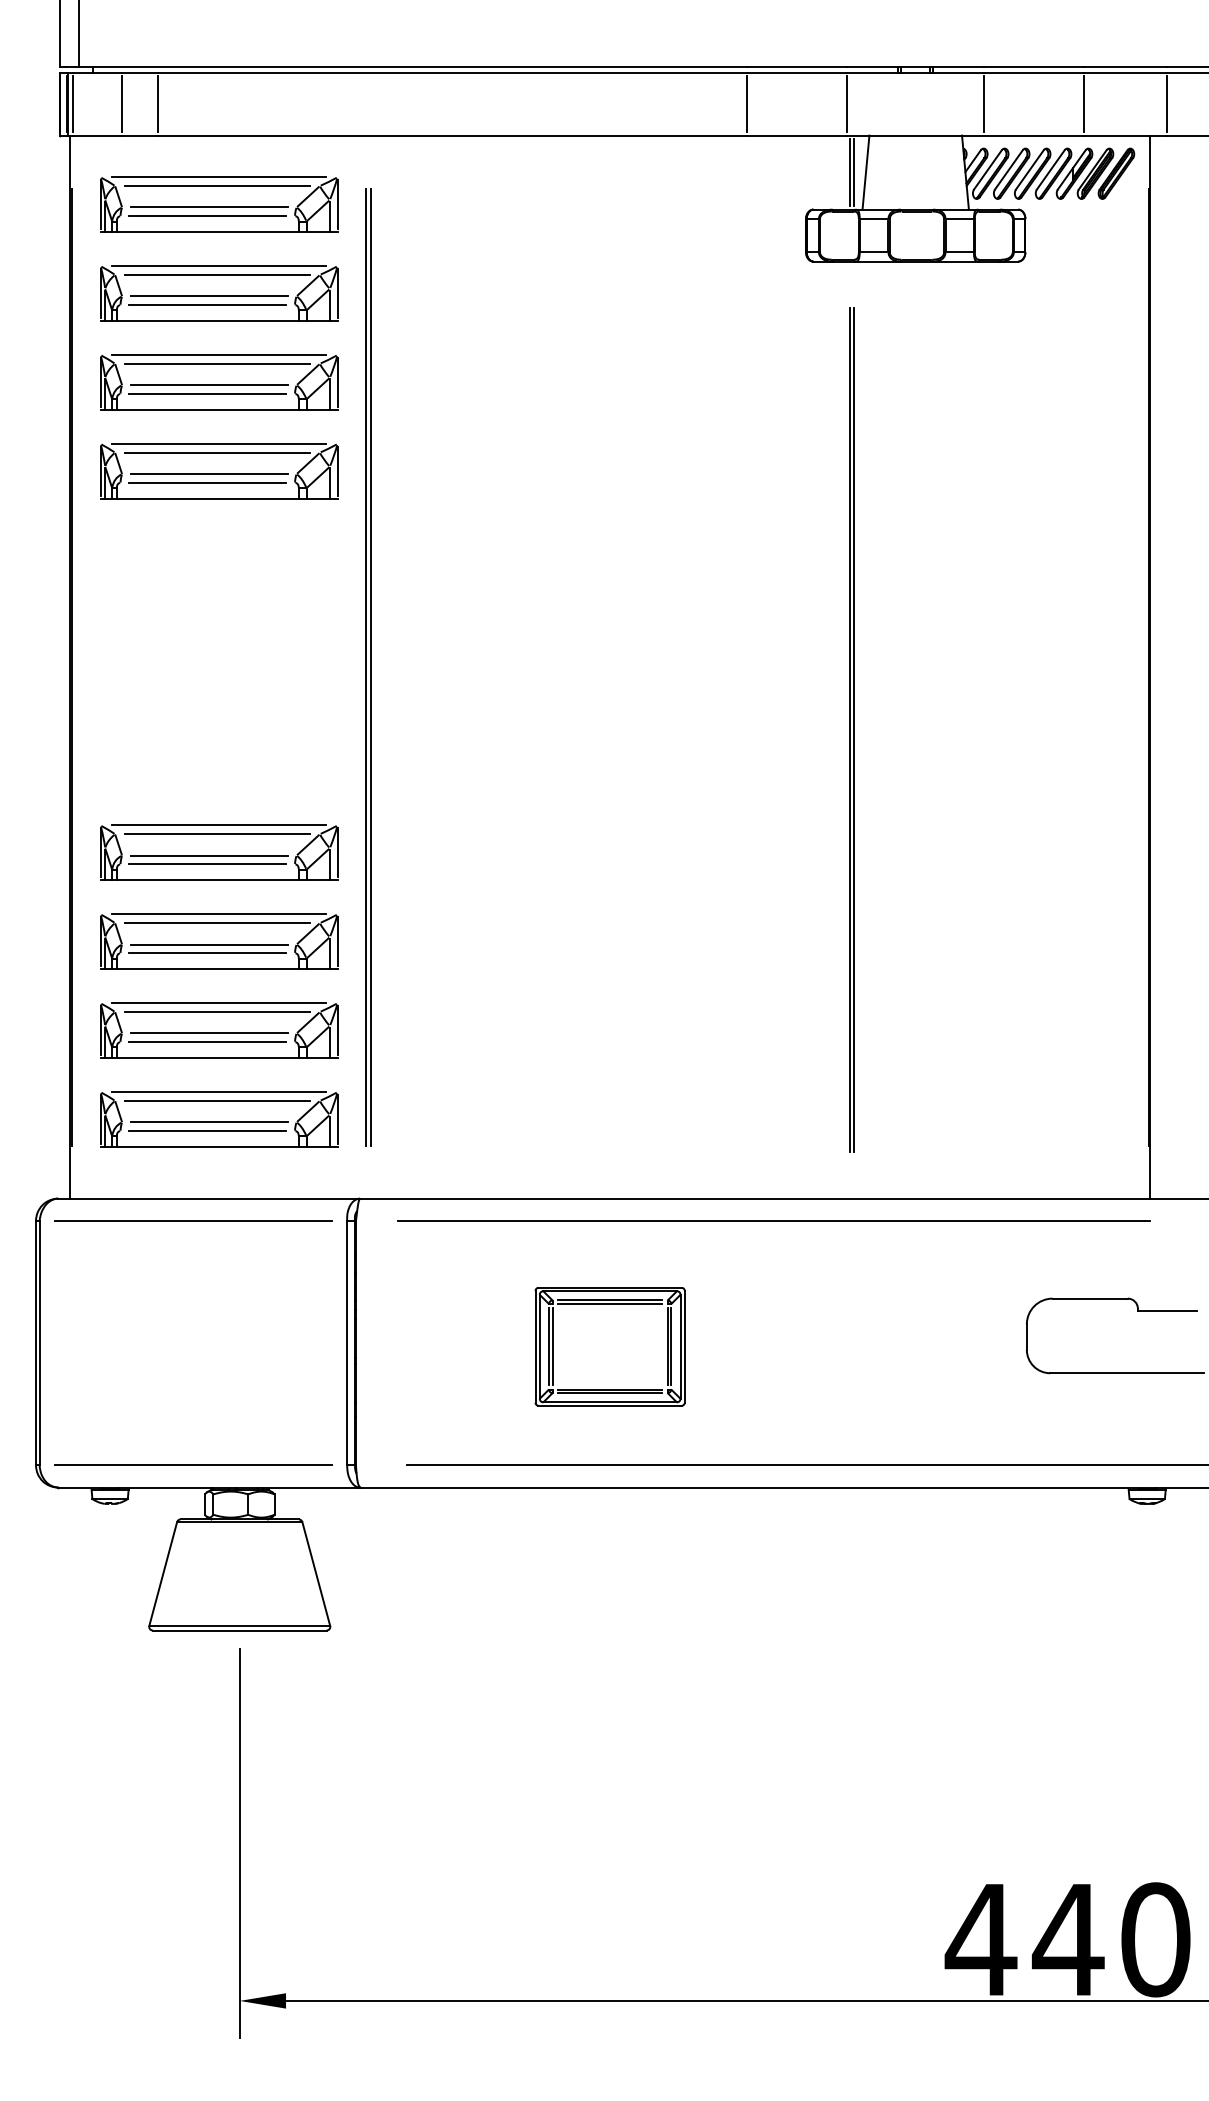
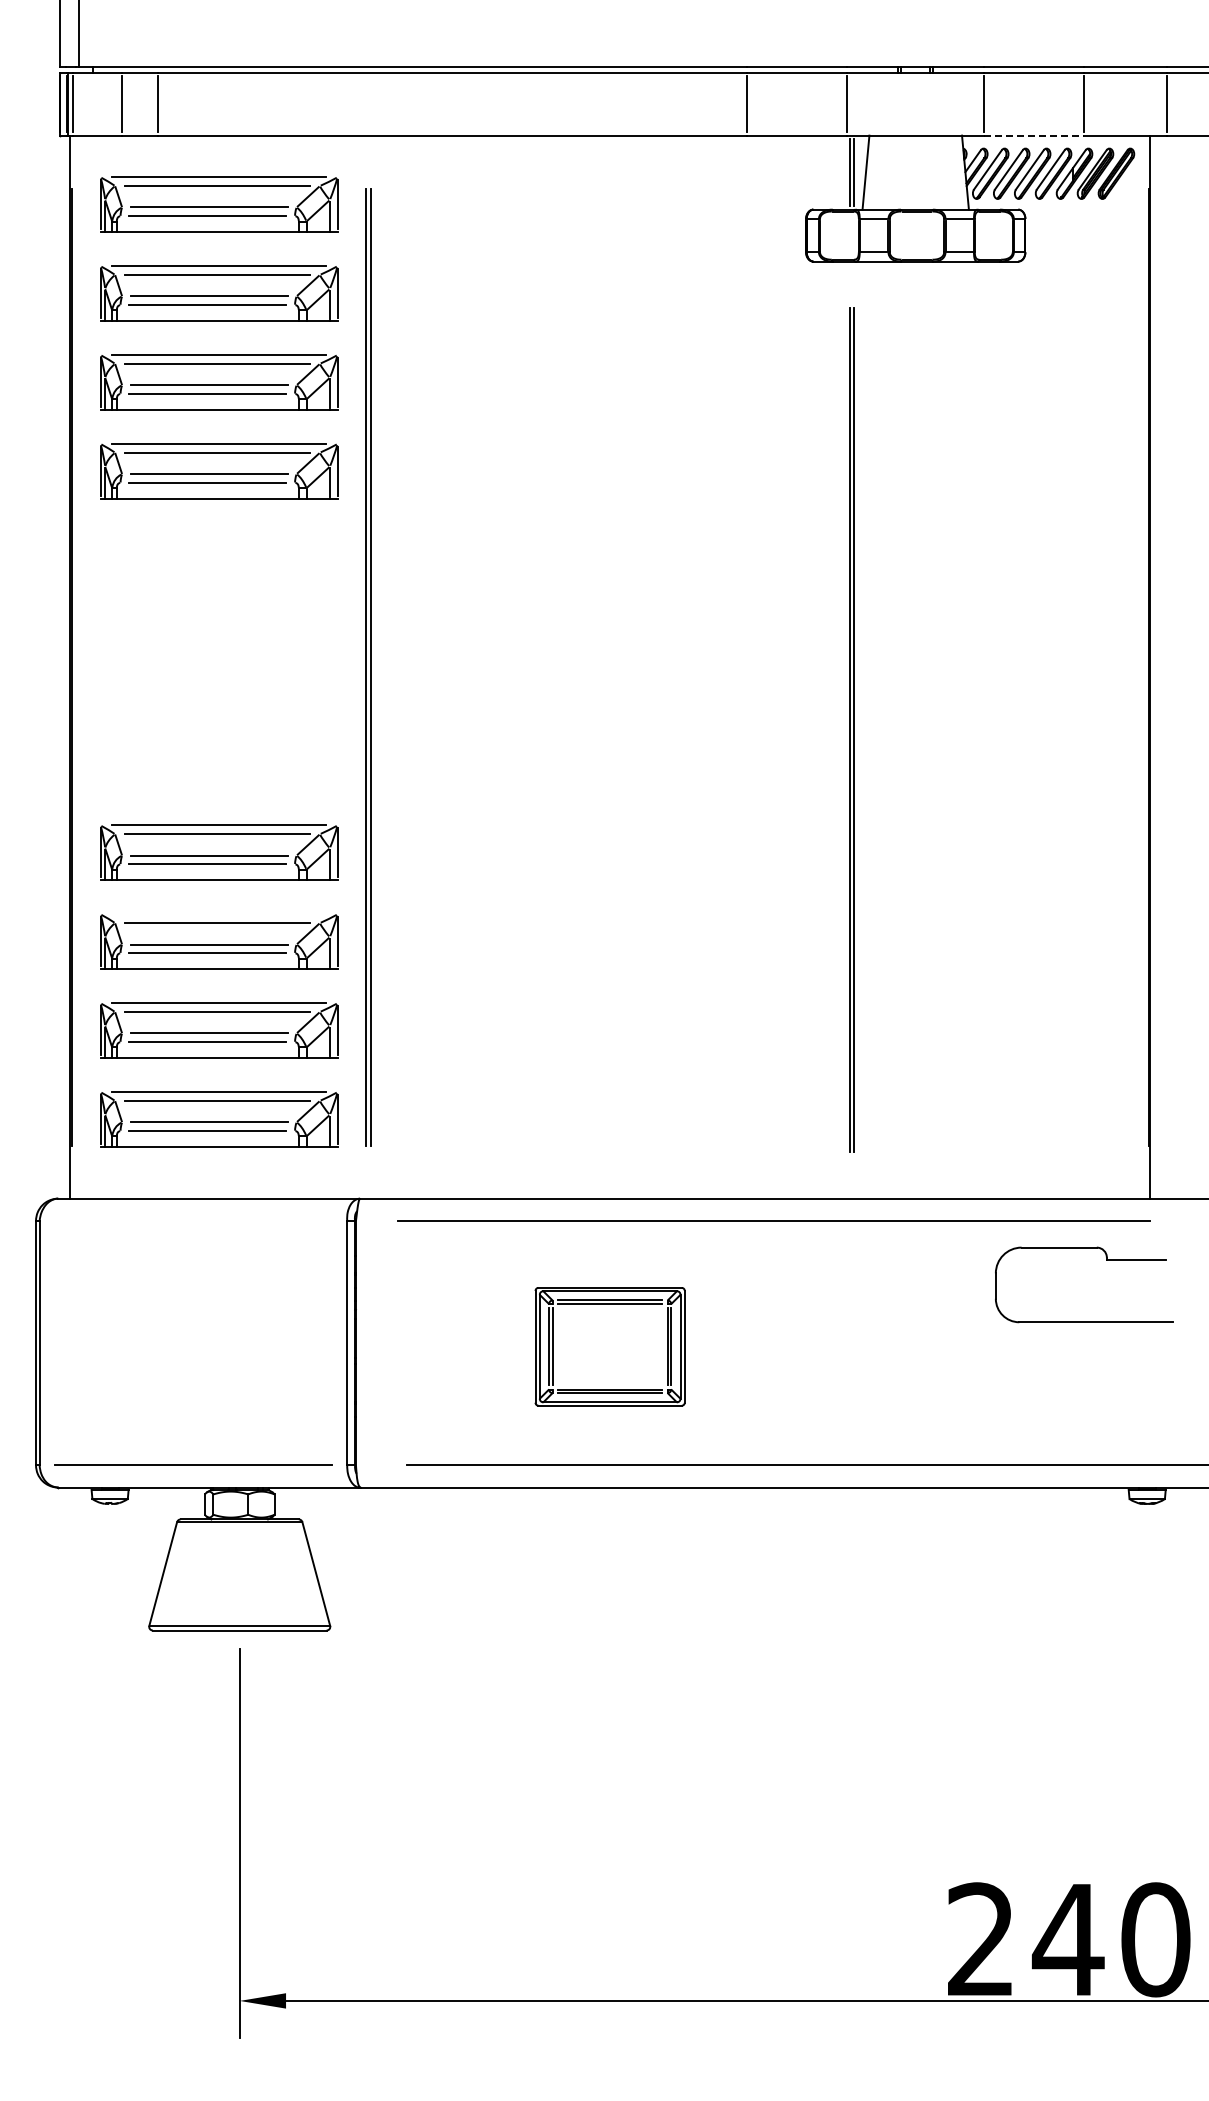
line at (1034, 135): solid -> dashed
line at (218, 914): present -> none
line at (193, 1220): present -> none
part at (1137, 1311) position: (1137, 1311) -> (1106, 1260)
text at (980, 1938): 440 -> 240
